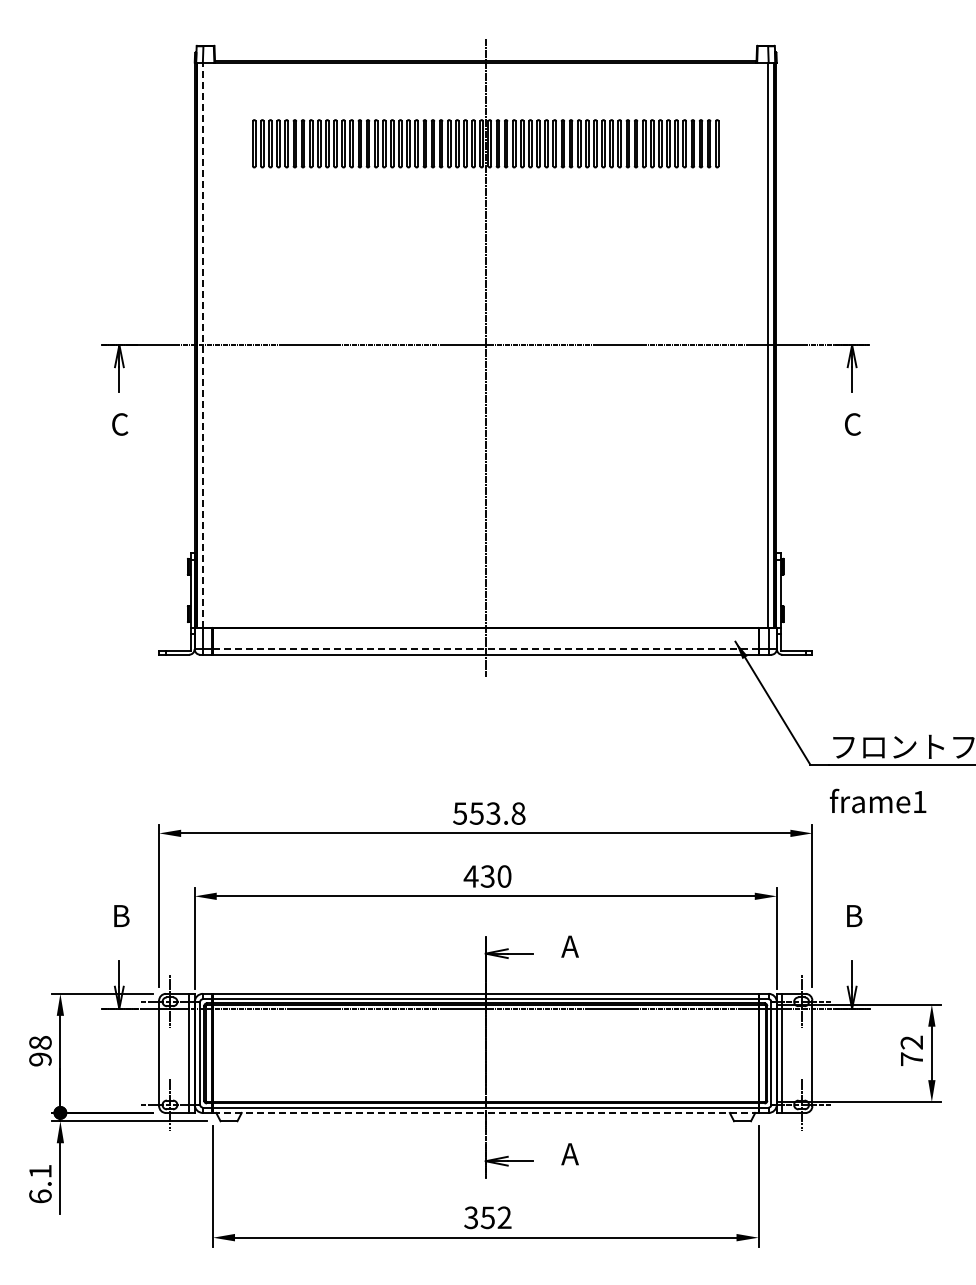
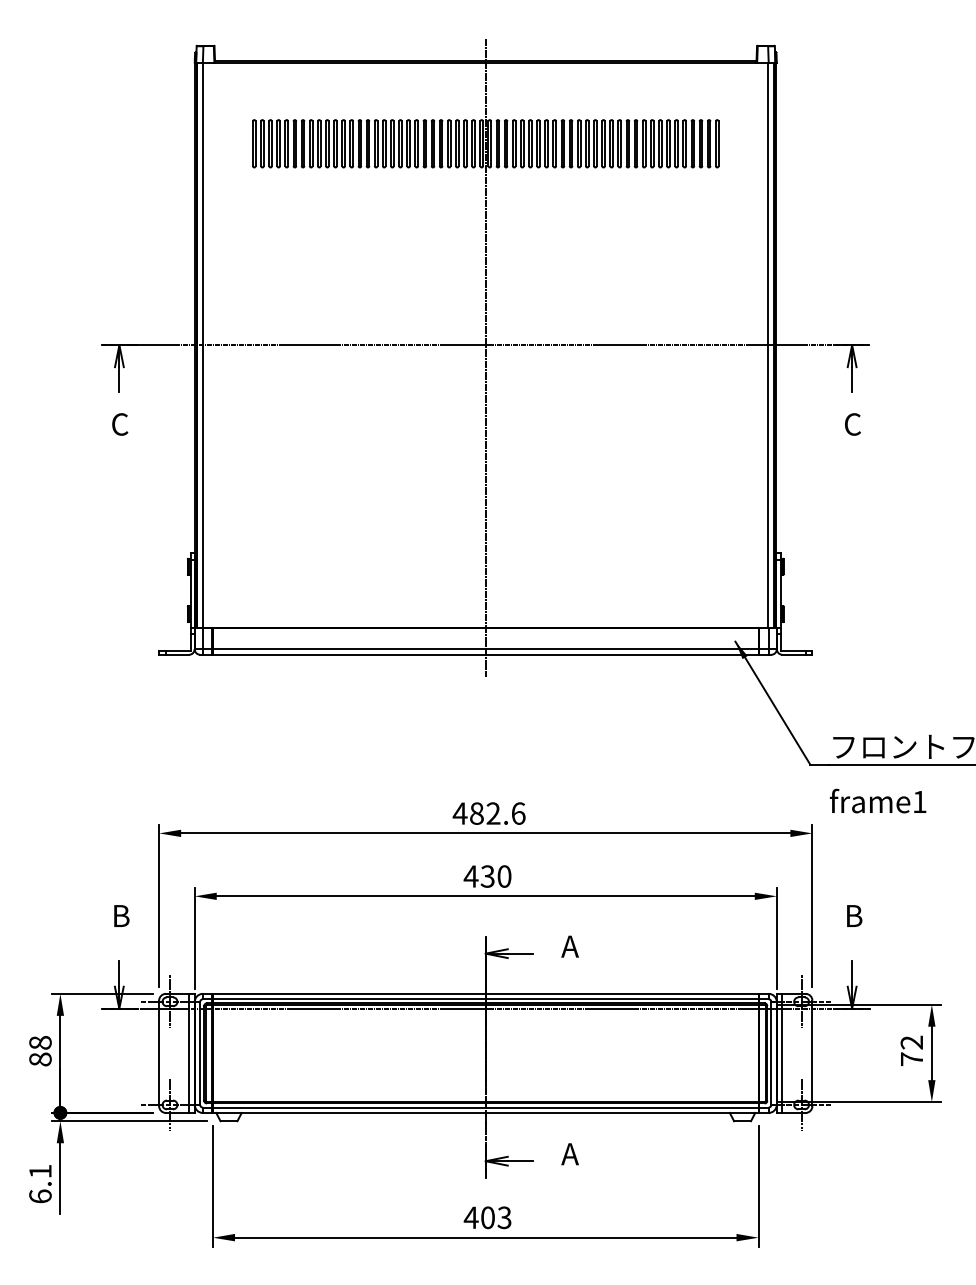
line at (203, 345): dashed -> solid
line at (485, 649): dashed -> solid
text at (488, 813): 553.8 -> 482.6
text at (40, 1059): 98 -> 88
line at (485, 1112): dashed -> solid
text at (487, 1217): 352 -> 403
